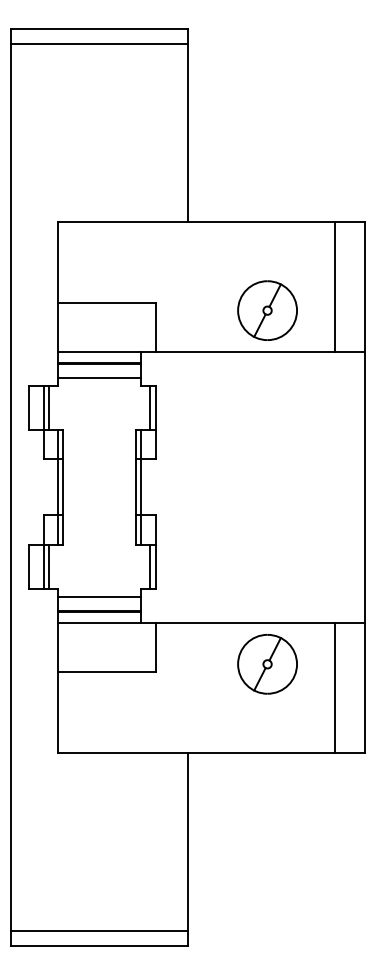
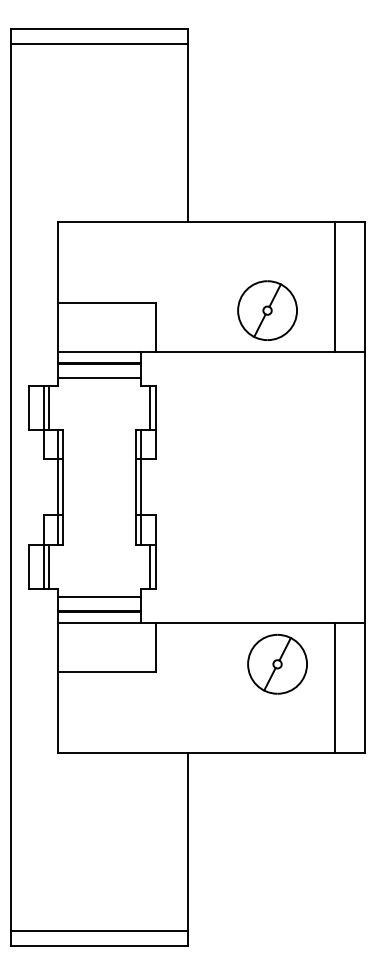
part at (267, 664) position: (267, 664) -> (277, 664)
